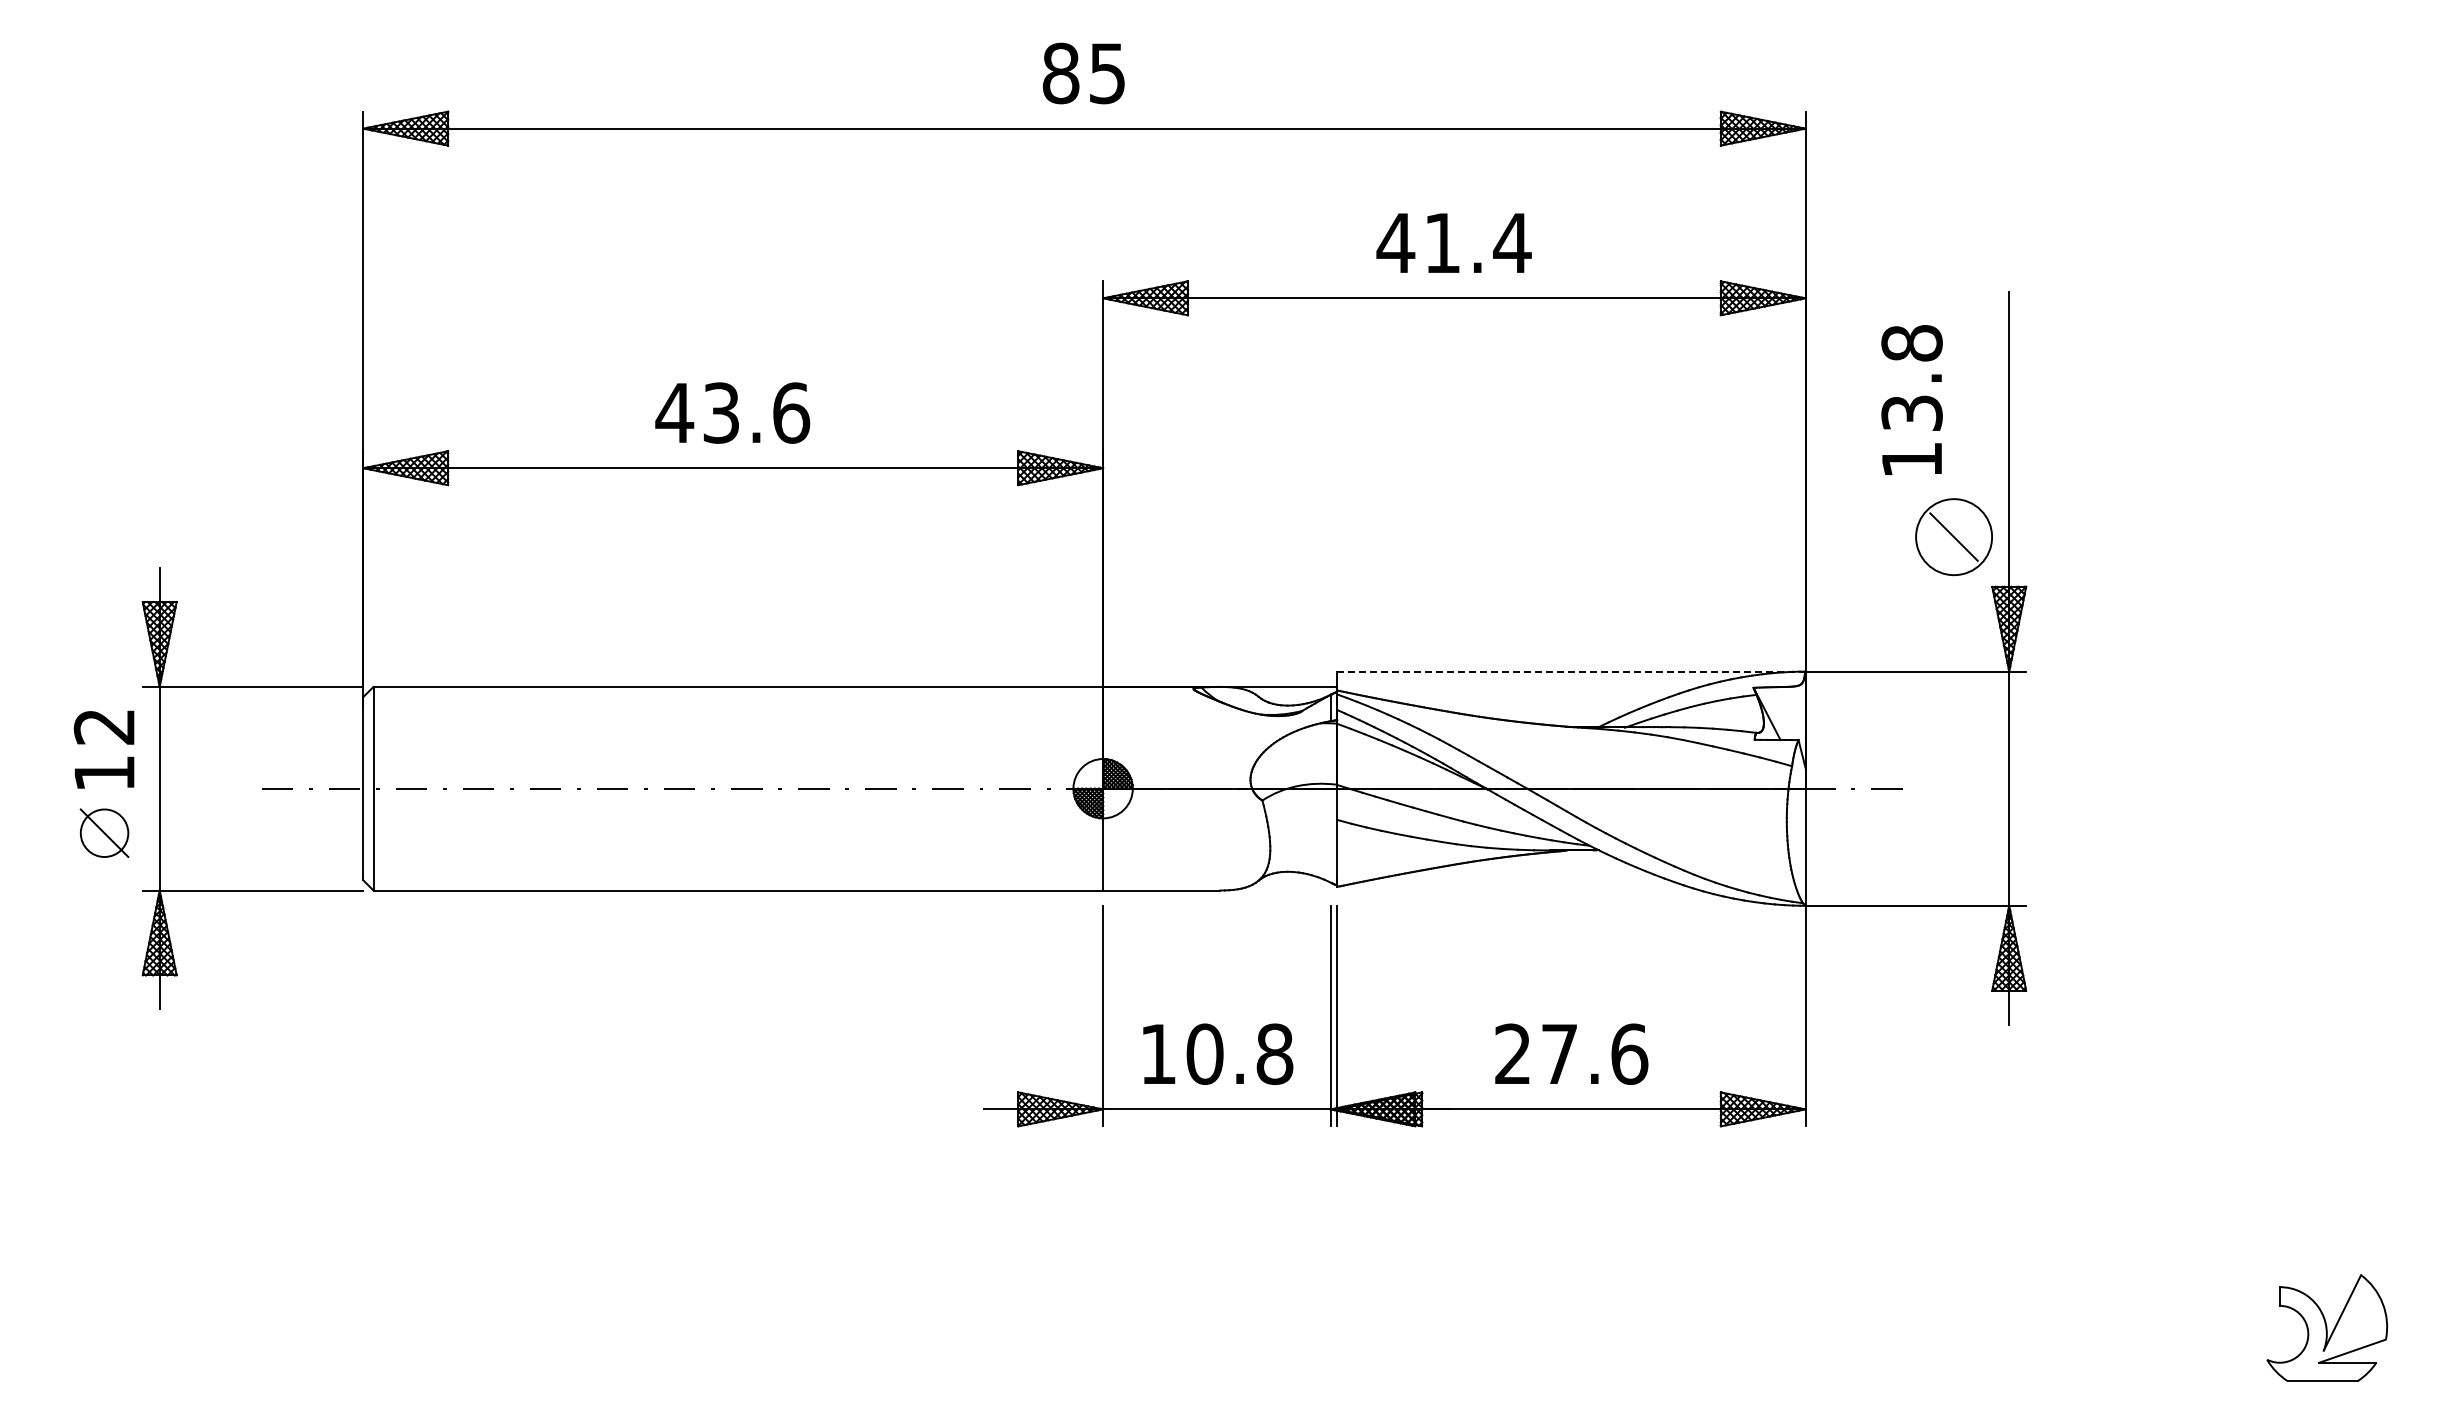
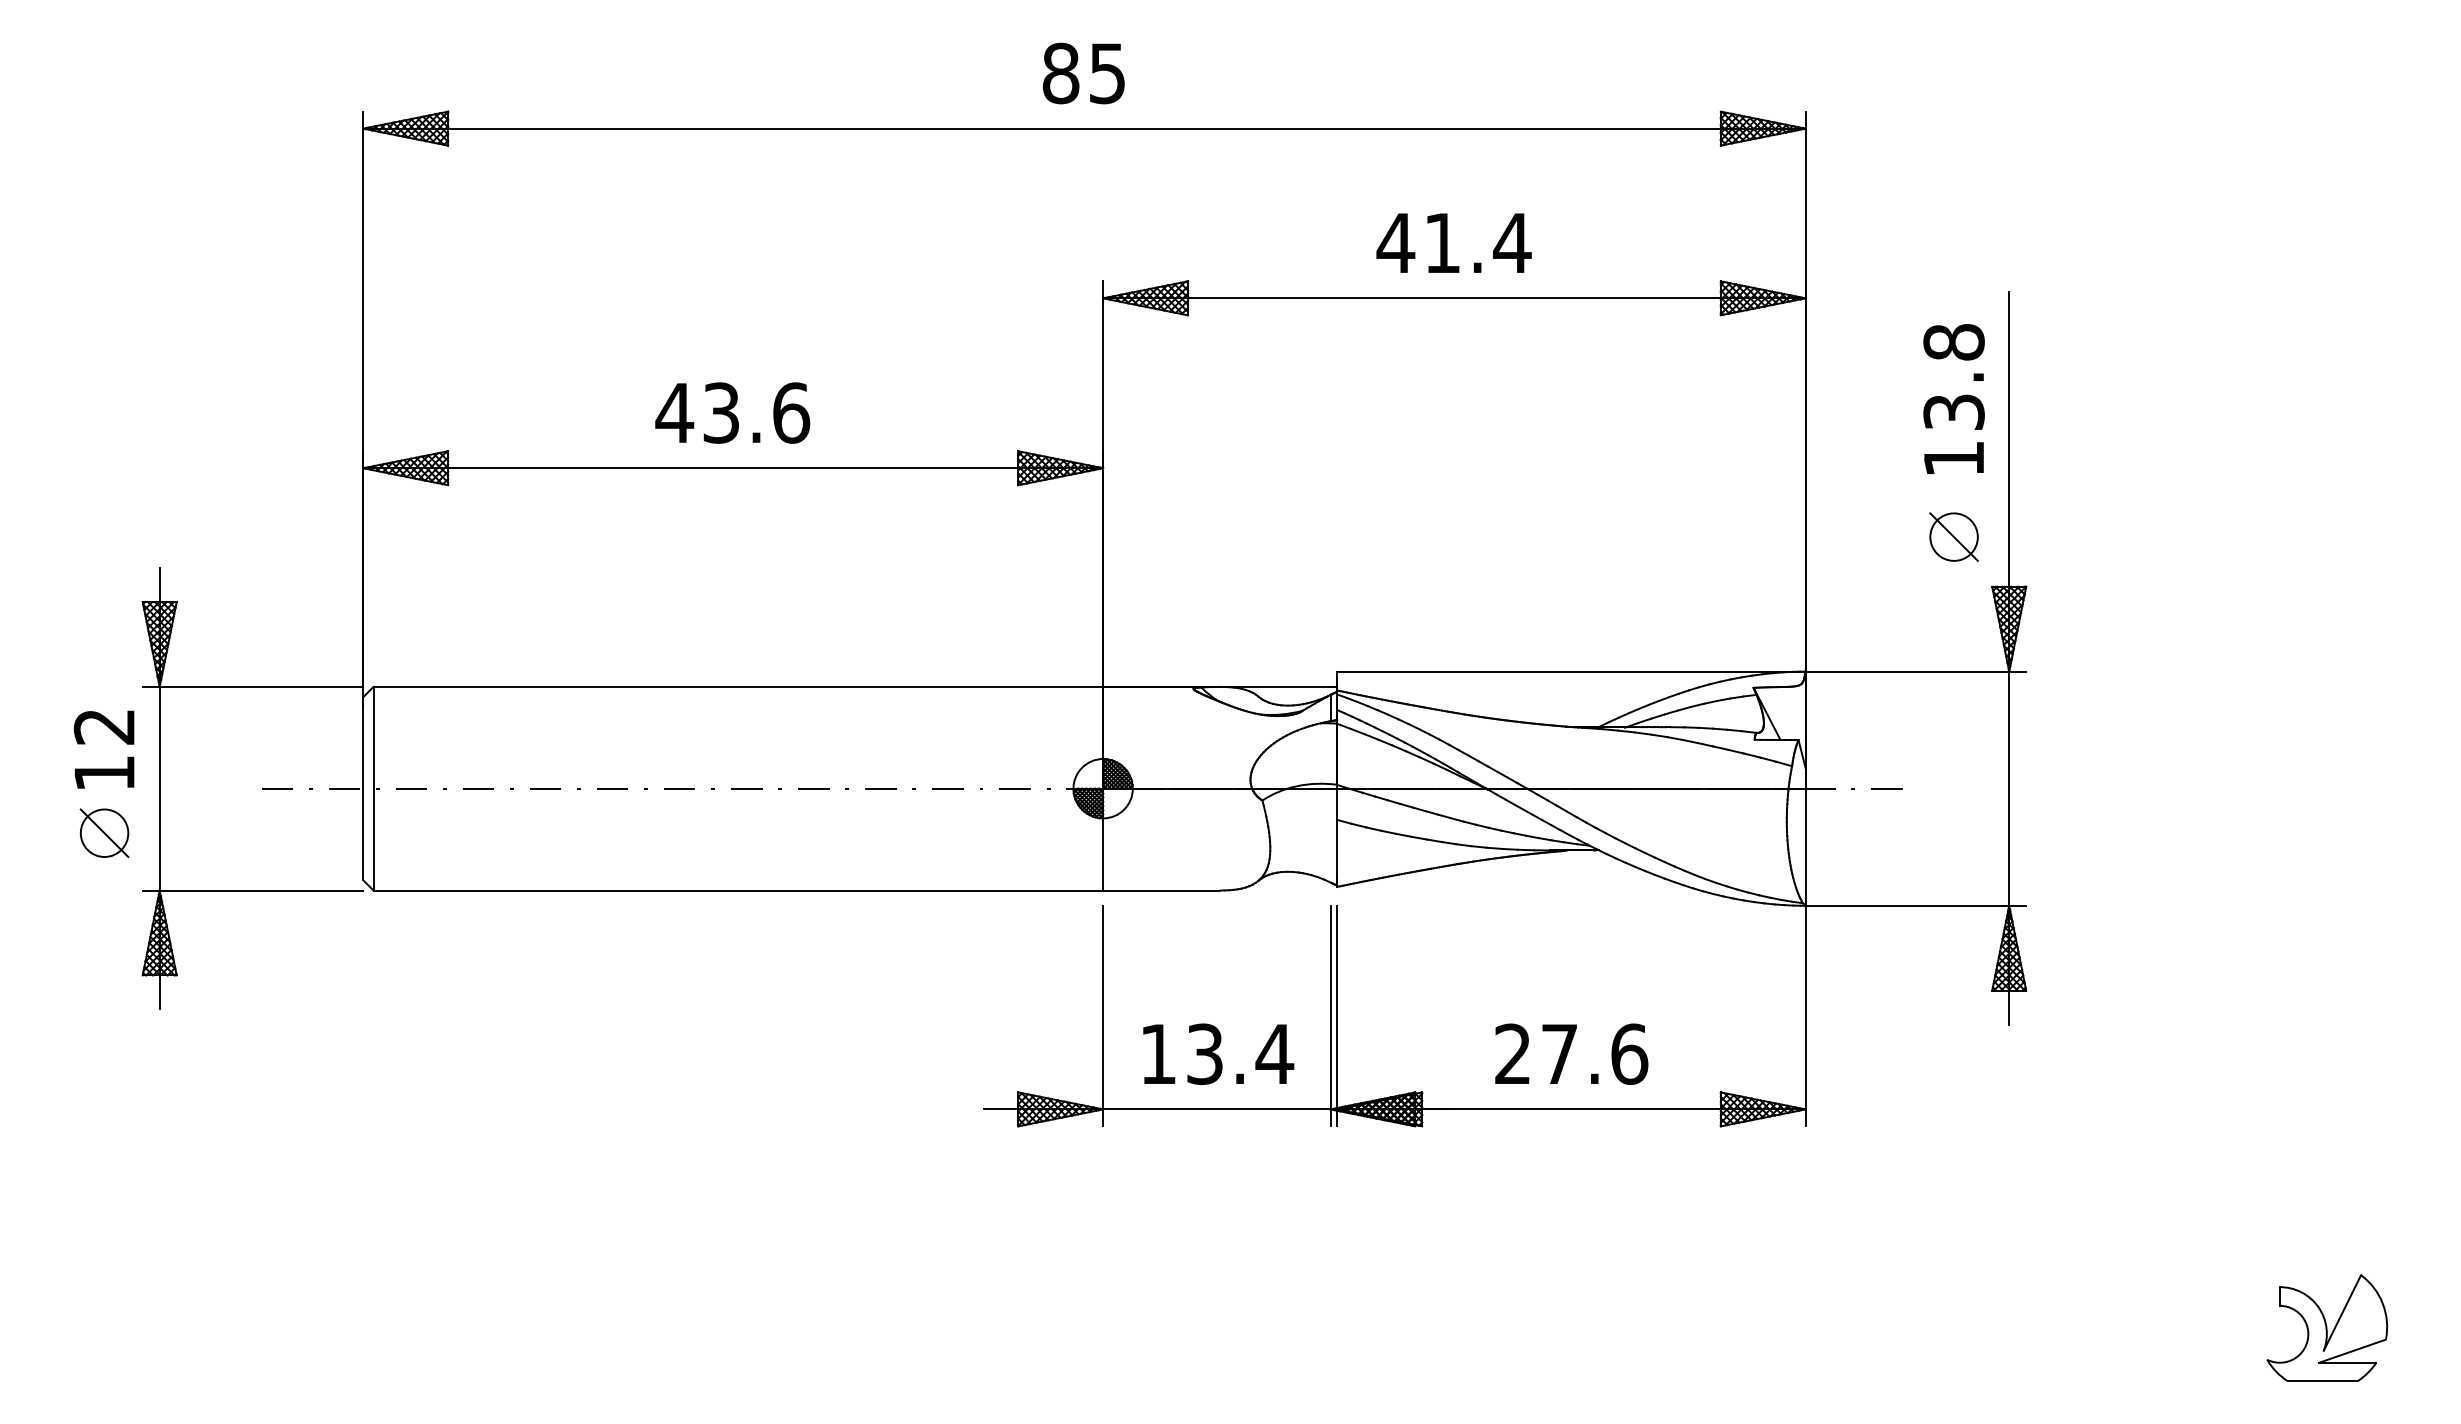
text at (1911, 399) position: (1911, 399) -> (1953, 398)
circle at (1954, 537) diameter: 76 px -> 48 px
line at (1570, 671): dashed -> solid
text at (1240, 1053): 10.8 -> 13.4
